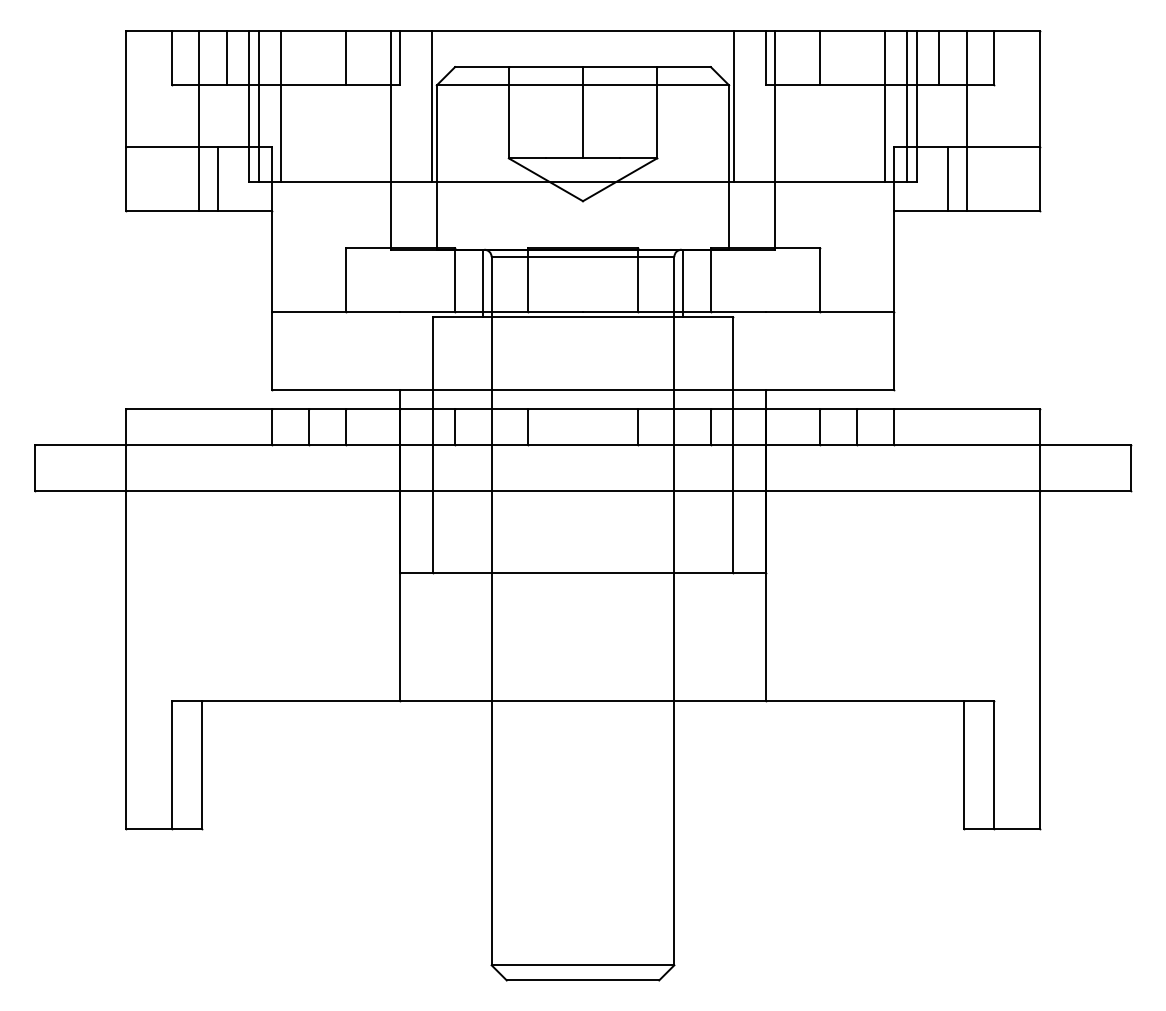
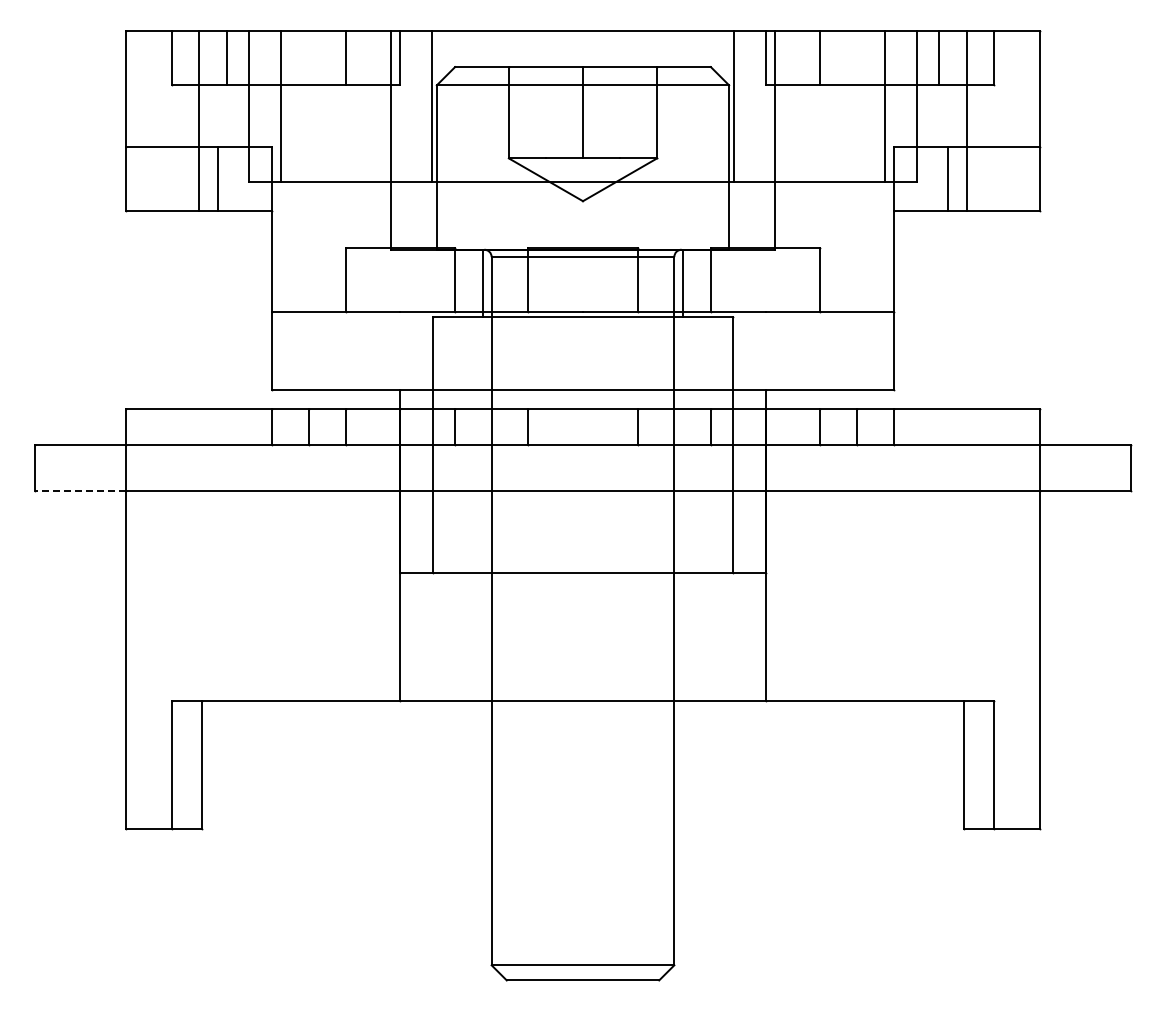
line at (258, 106): present -> none
line at (907, 106): present -> none
line at (80, 490): solid -> dashed
